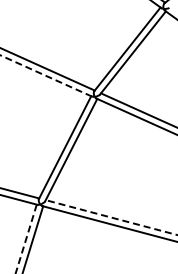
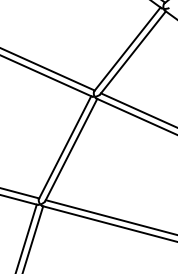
line at (45, 75): dashed -> solid
line at (111, 217): dashed -> solid
line at (26, 238): dashed -> solid
